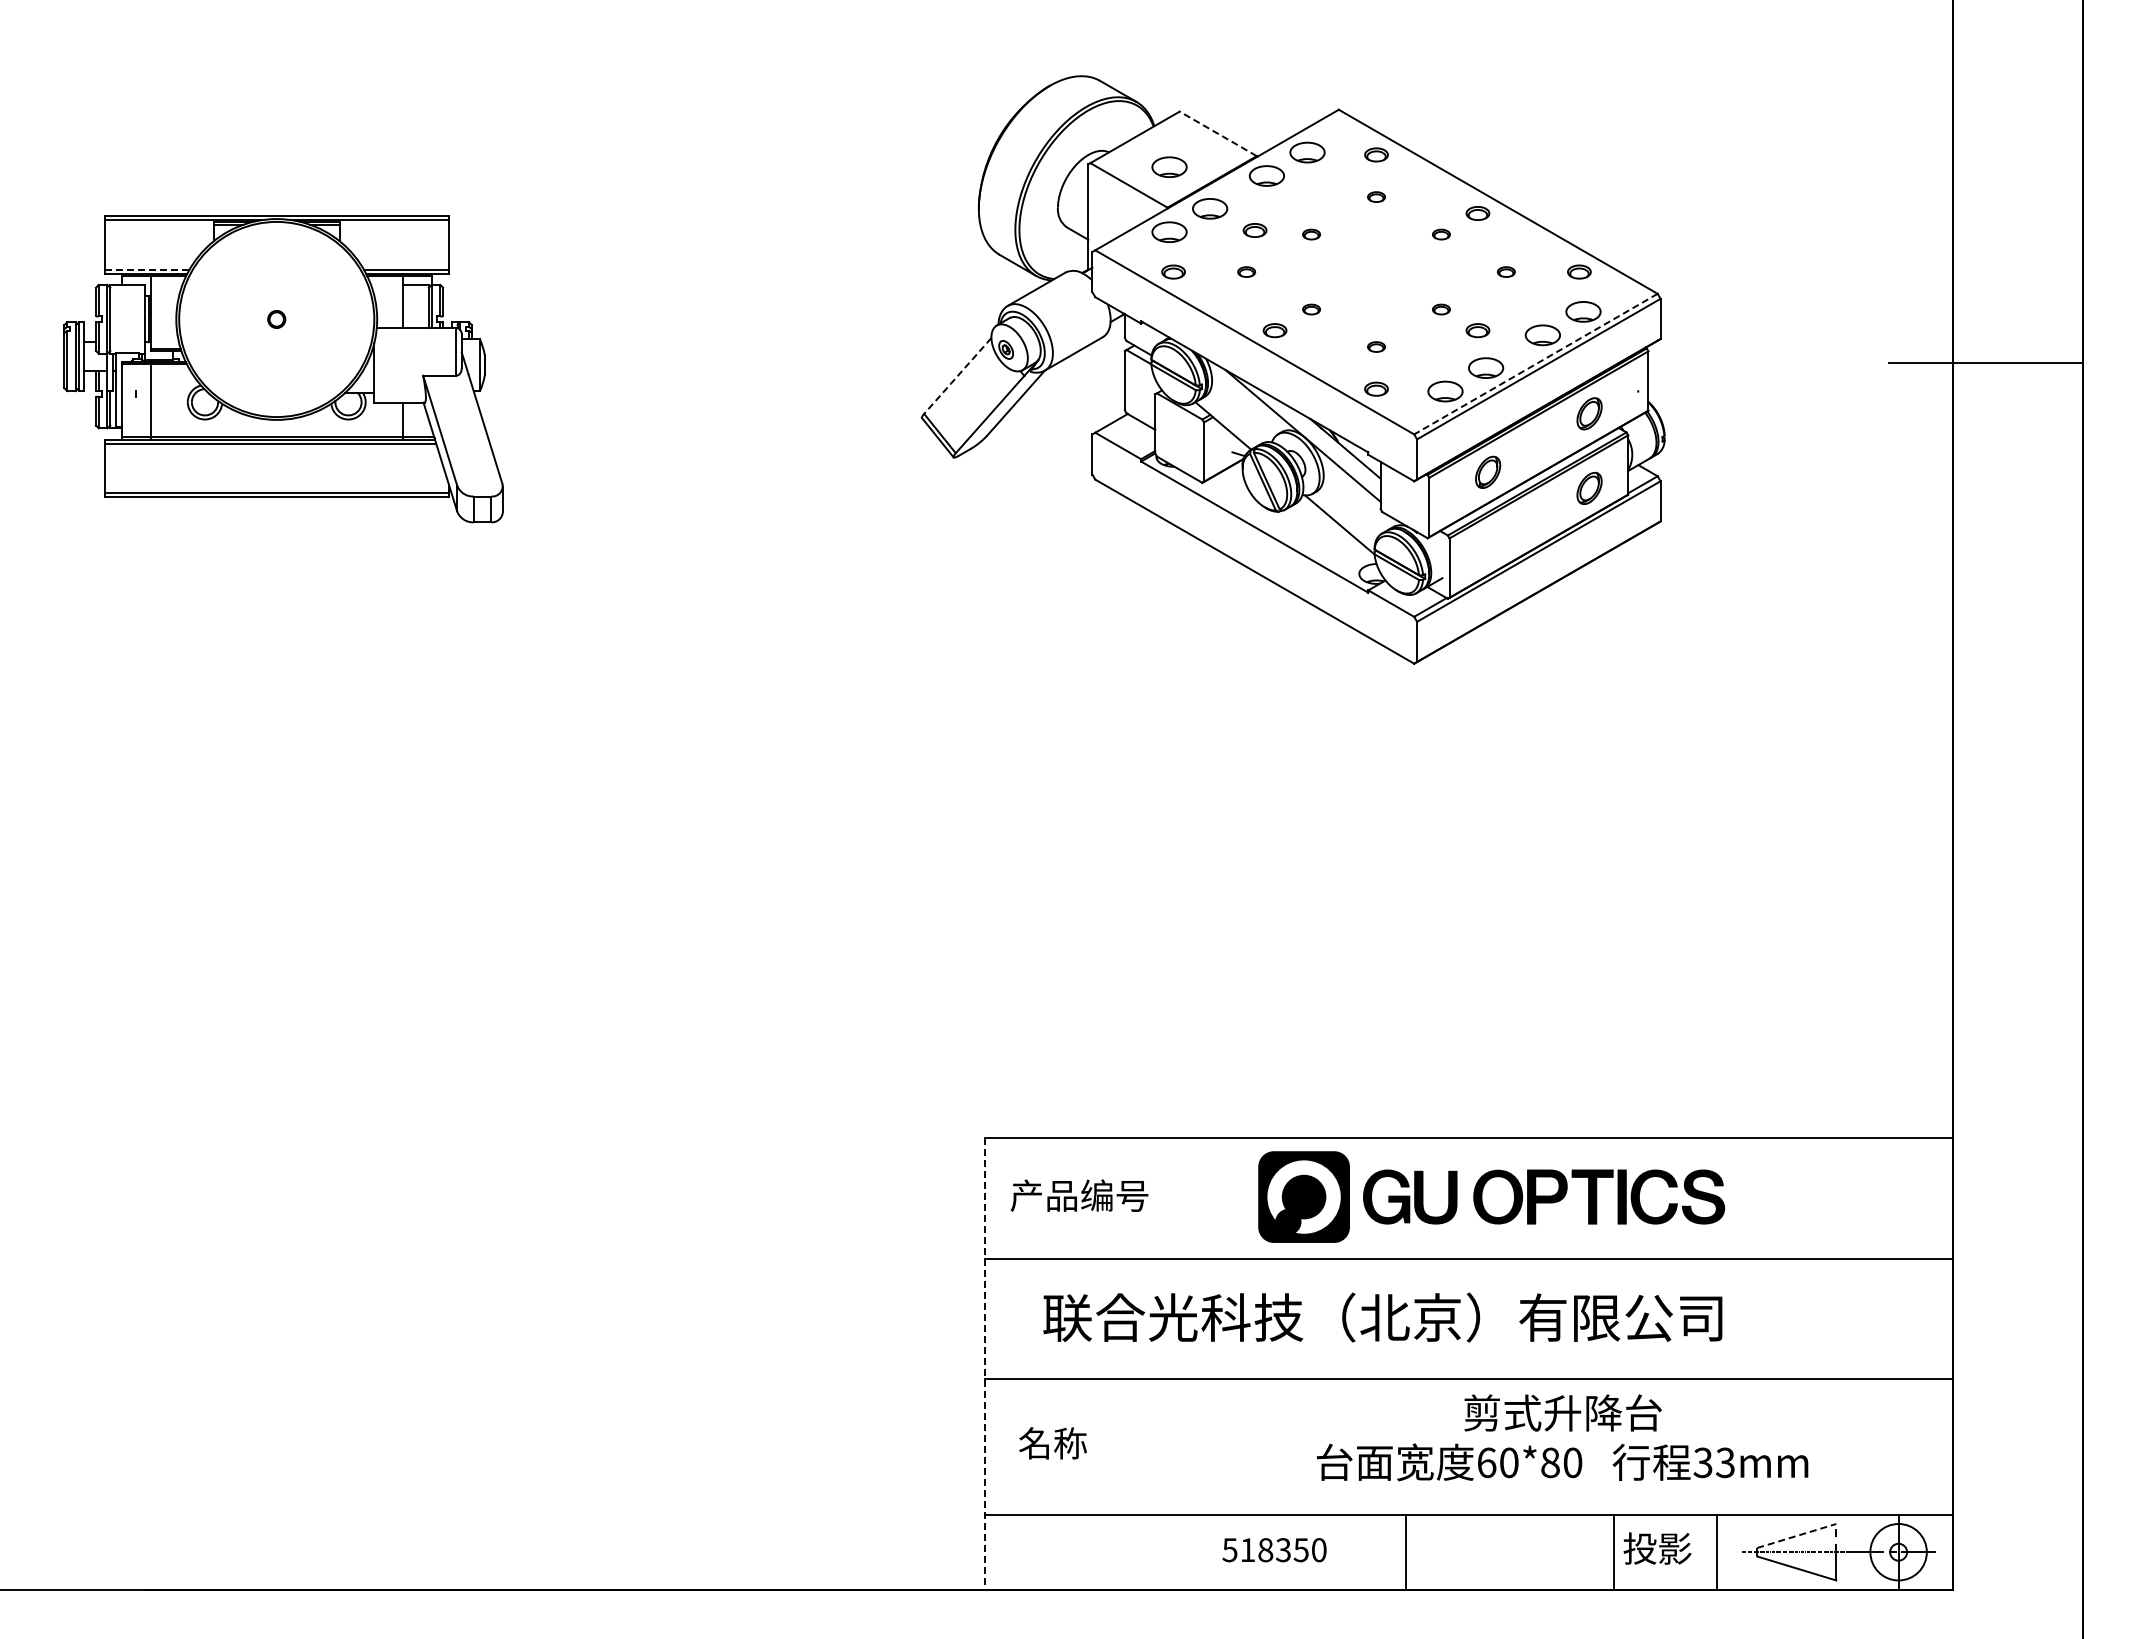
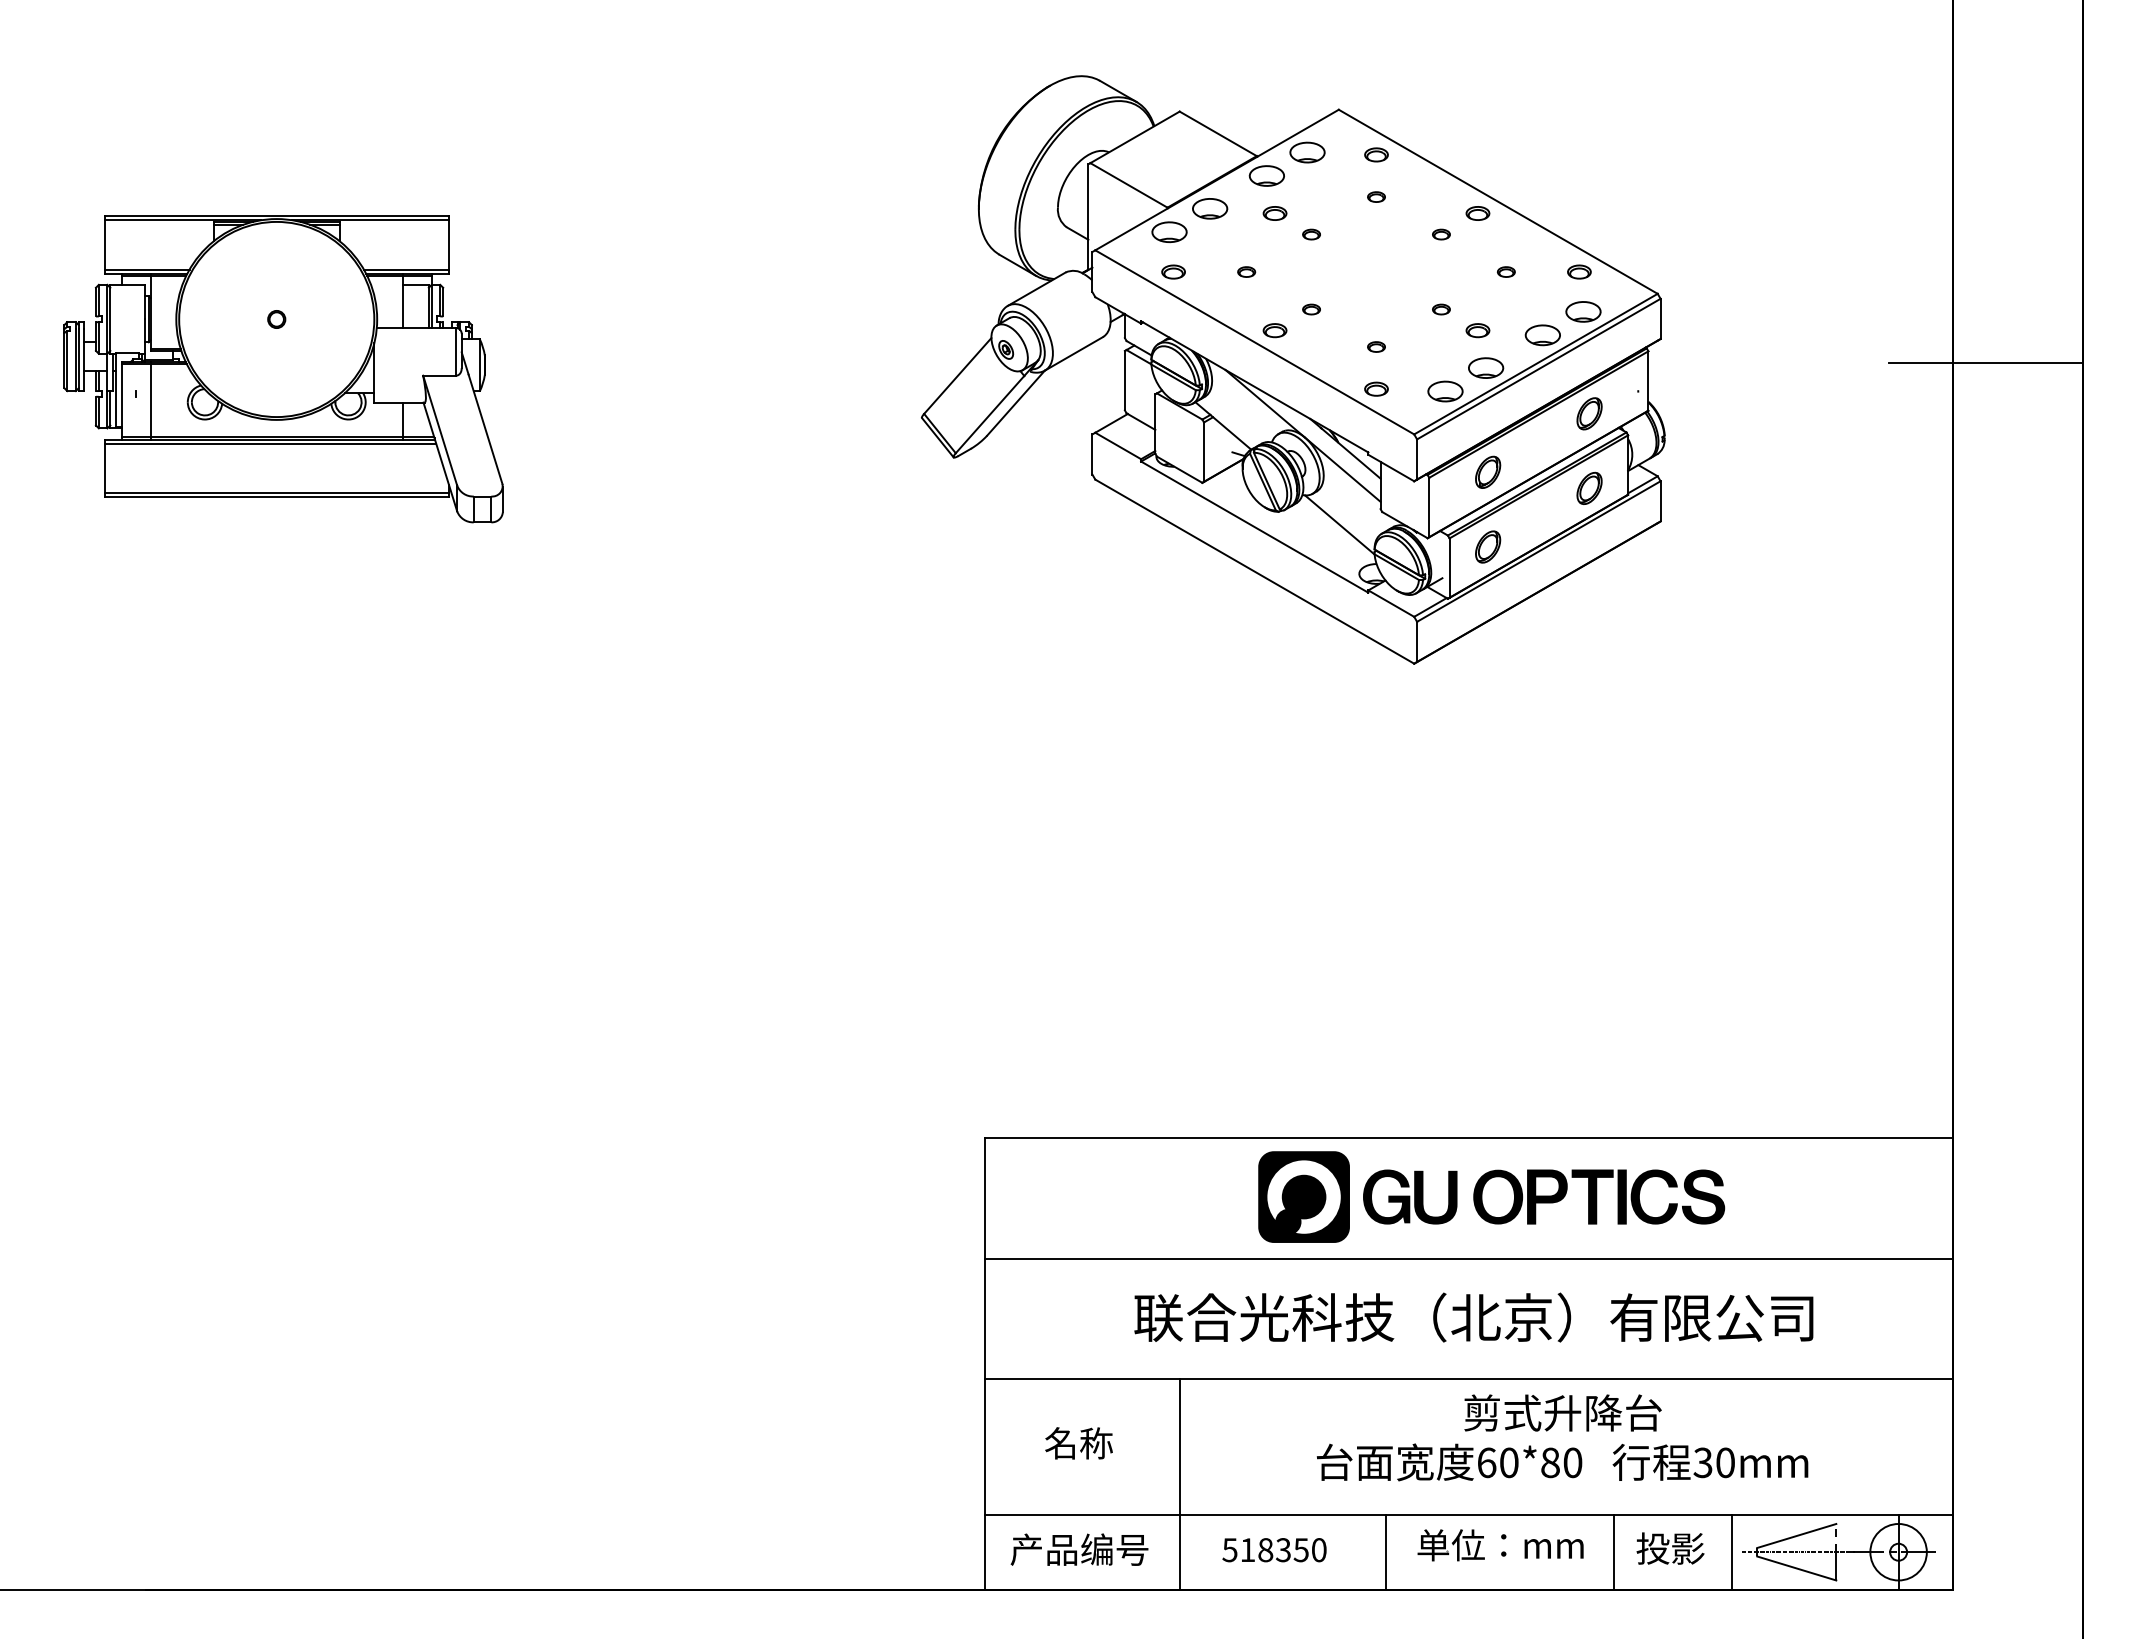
line at (1218, 133): dashed -> solid
part at (1169, 167): present -> none
part at (1254, 230) position: (1254, 230) -> (1274, 213)
line at (147, 269): dashed -> solid
line at (1535, 364): dashed -> solid
line at (957, 375): dashed -> solid
part at (1488, 546): none -> present
text at (1079, 1195) position: (1079, 1195) -> (1079, 1549)
text at (1382, 1317) position: (1382, 1317) -> (1473, 1317)
line at (984, 1363): dashed -> solid
text at (1052, 1443) position: (1052, 1443) -> (1078, 1443)
text at (1725, 1462): 33mm -> 30mm
line at (1180, 1484): none -> present
line at (1797, 1535): dashed -> solid
part at (1502, 1539): none -> present
text at (1657, 1548) position: (1657, 1548) -> (1670, 1548)
line at (1405, 1551) position: (1405, 1551) -> (1385, 1551)
line at (1716, 1551) position: (1716, 1551) -> (1731, 1551)
